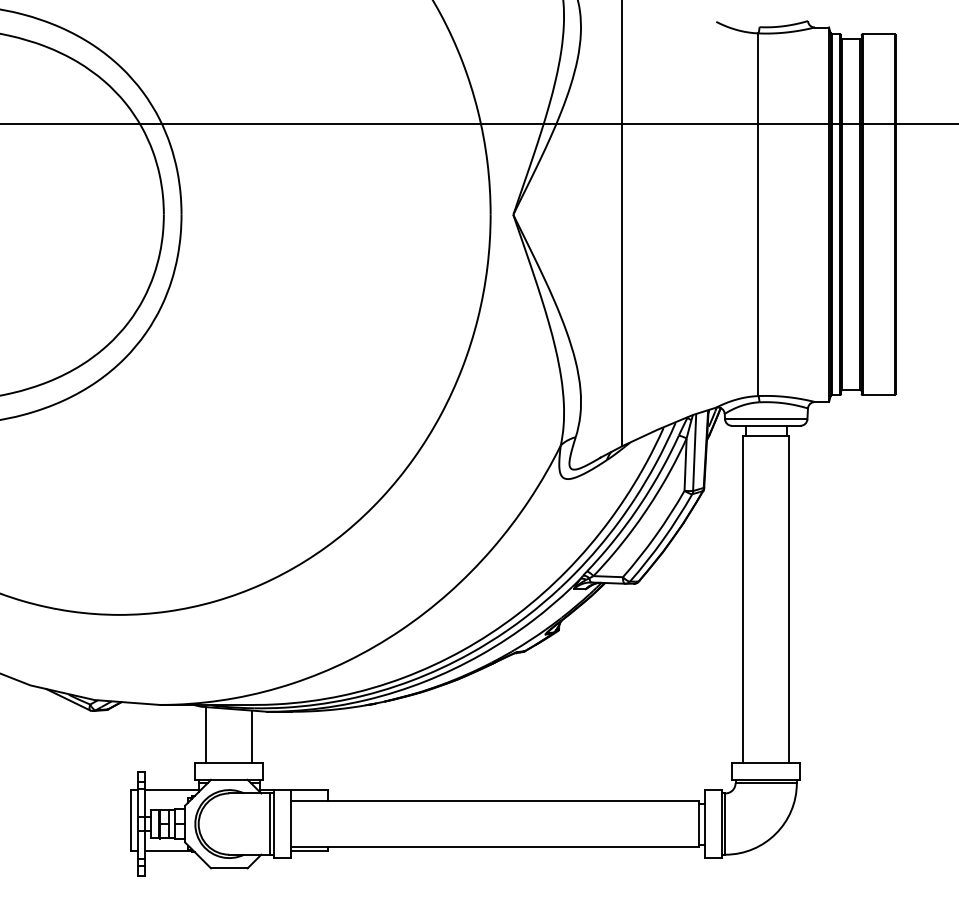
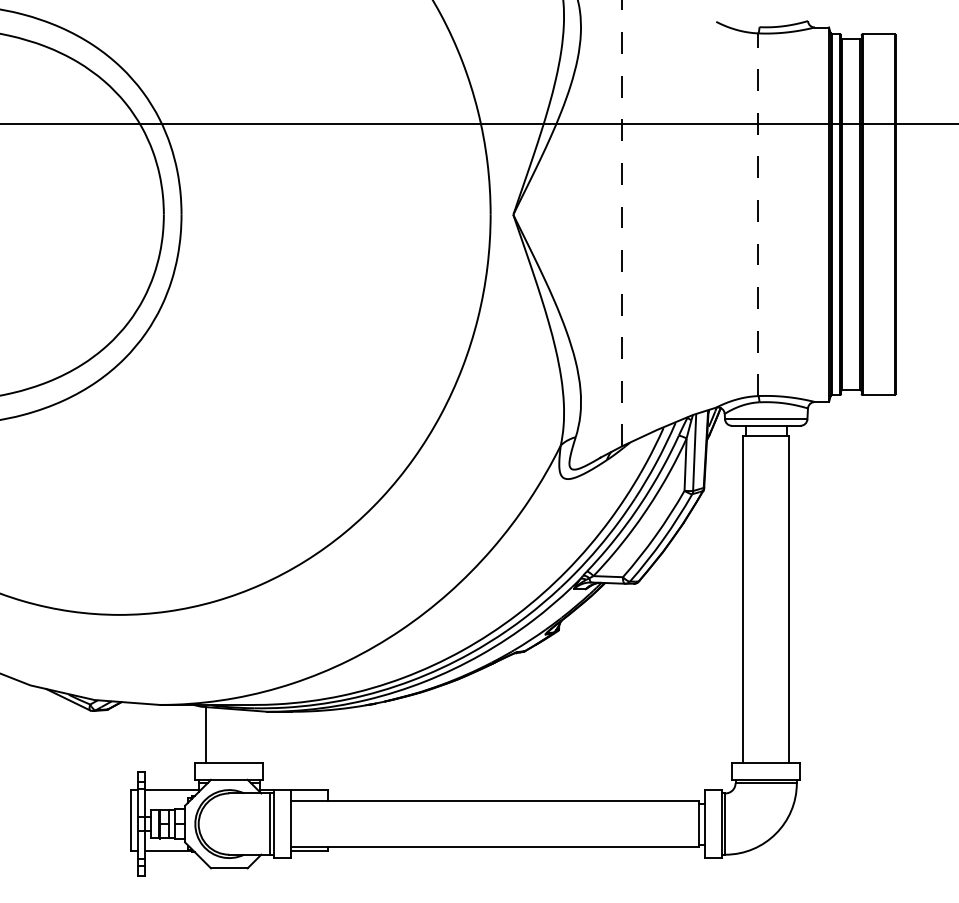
line at (758, 214): solid -> dashed
line at (622, 223): solid -> dashed
line at (252, 736): present -> none
